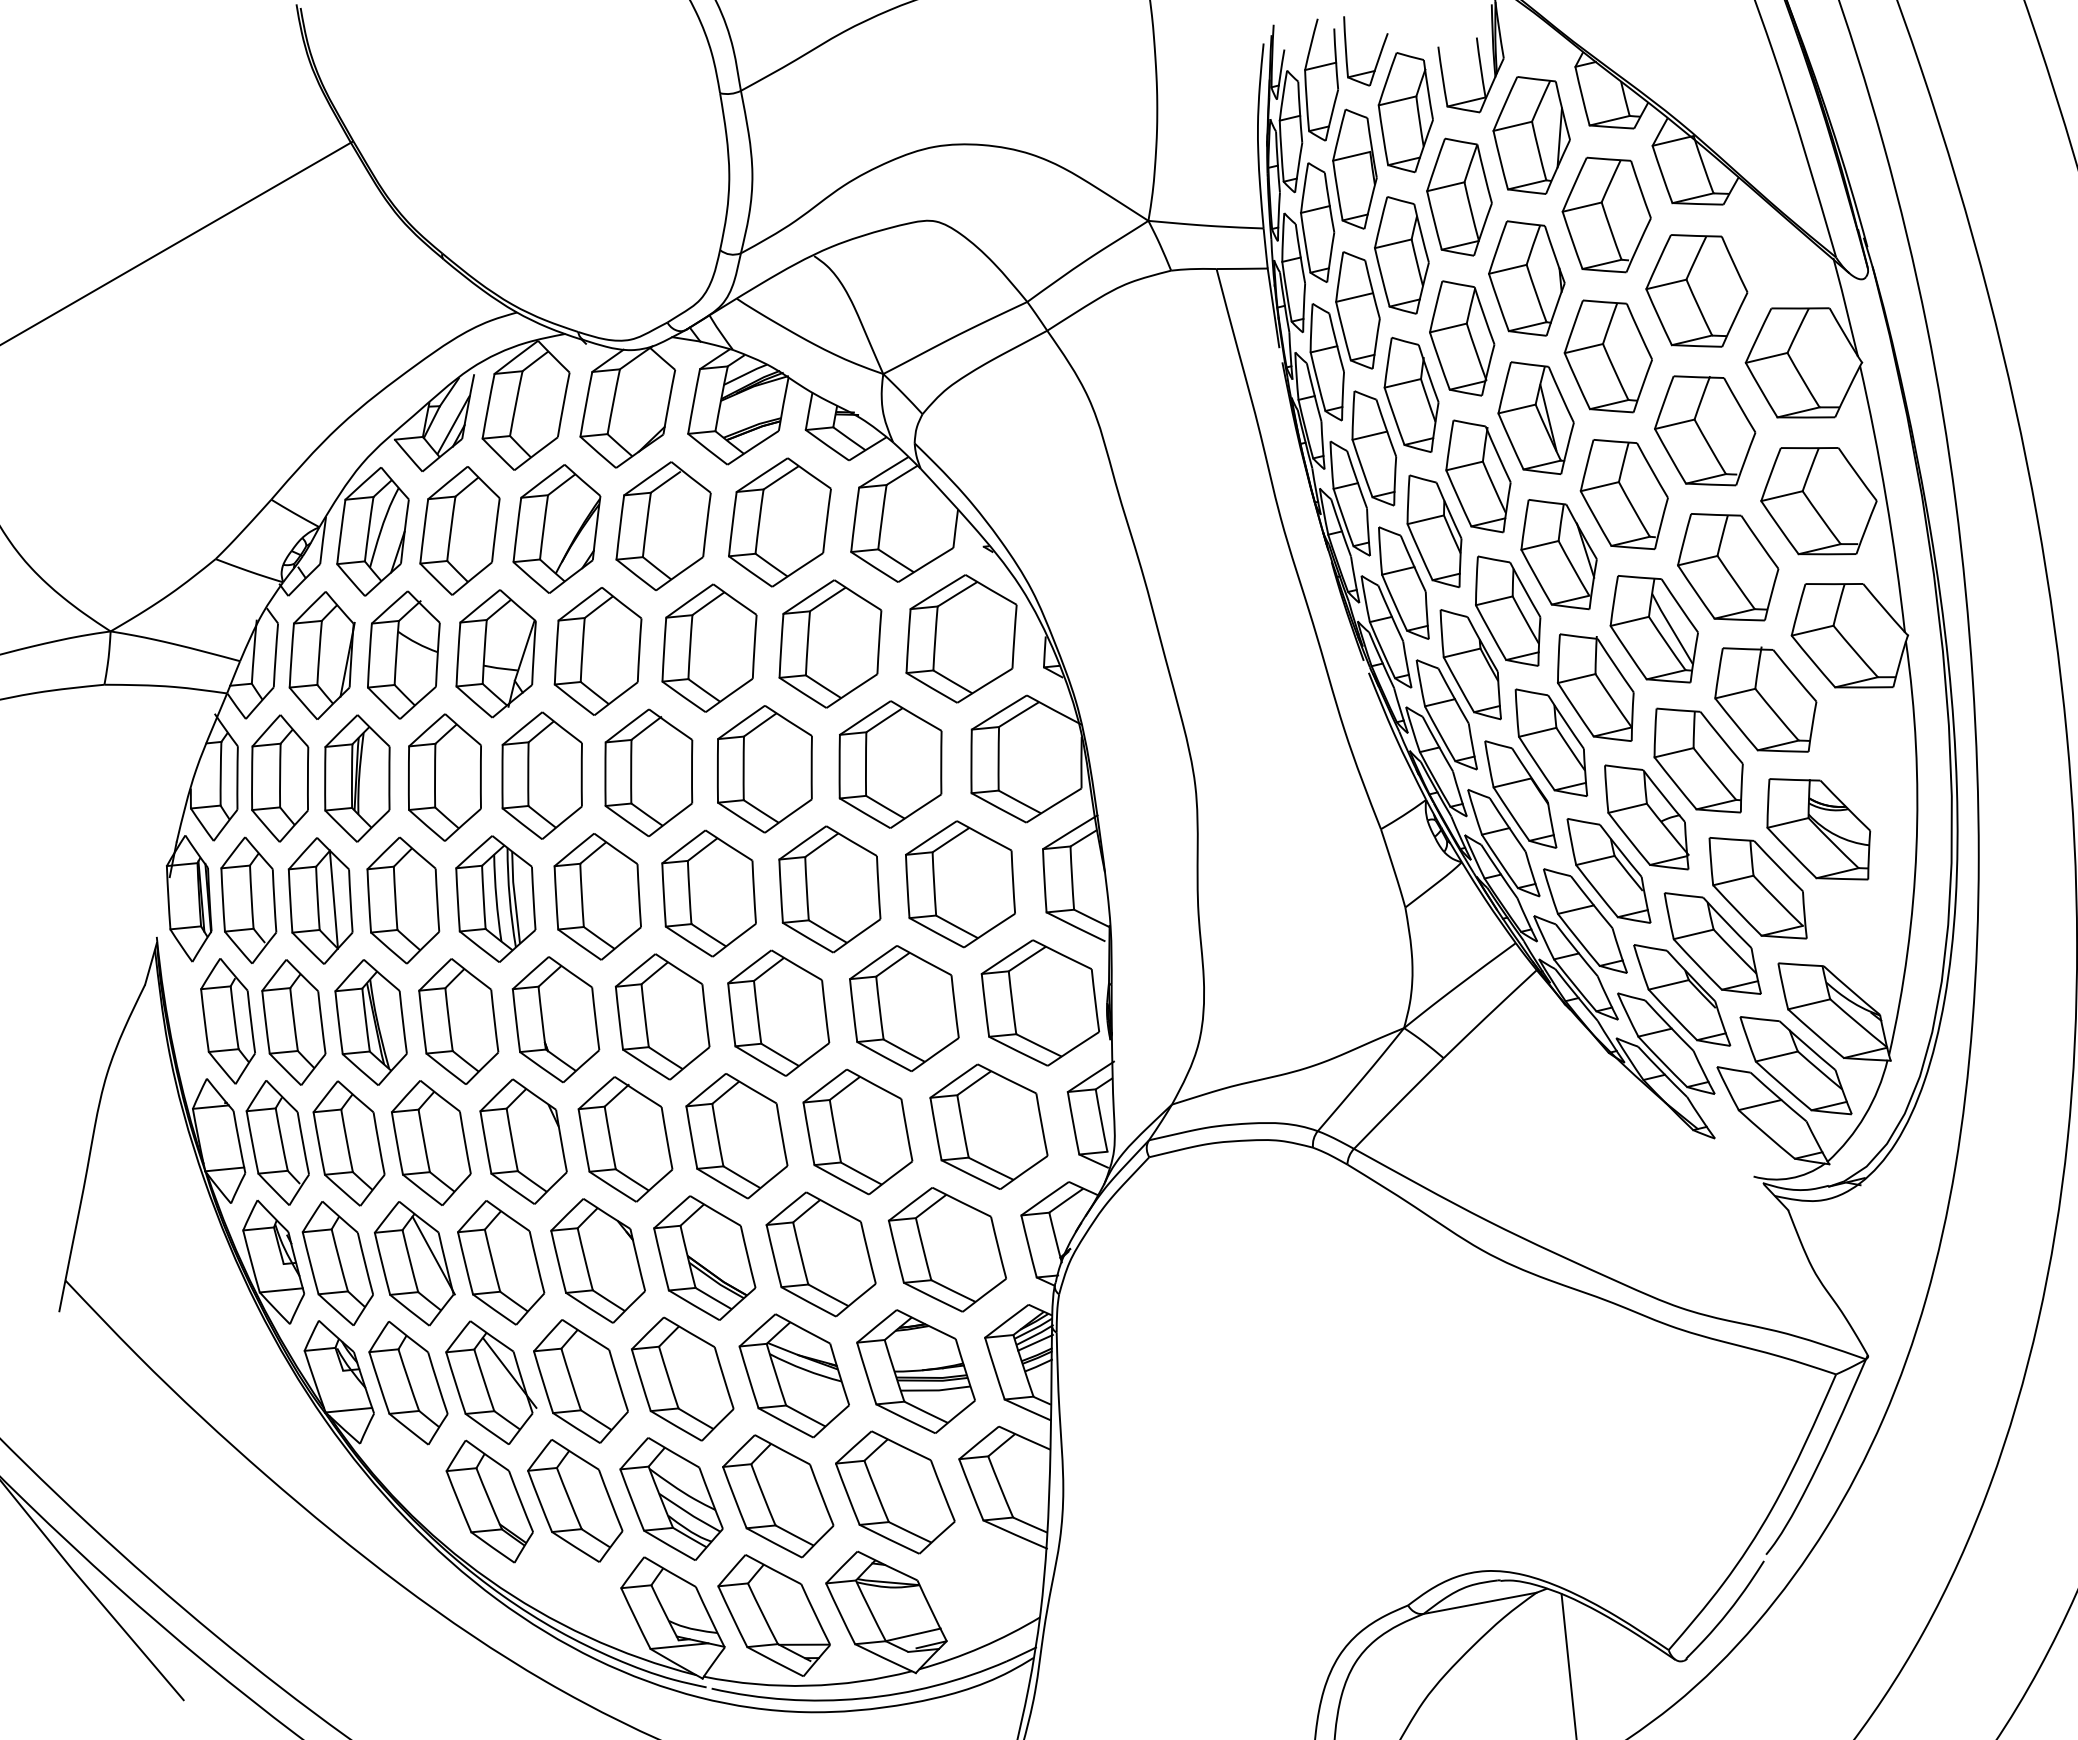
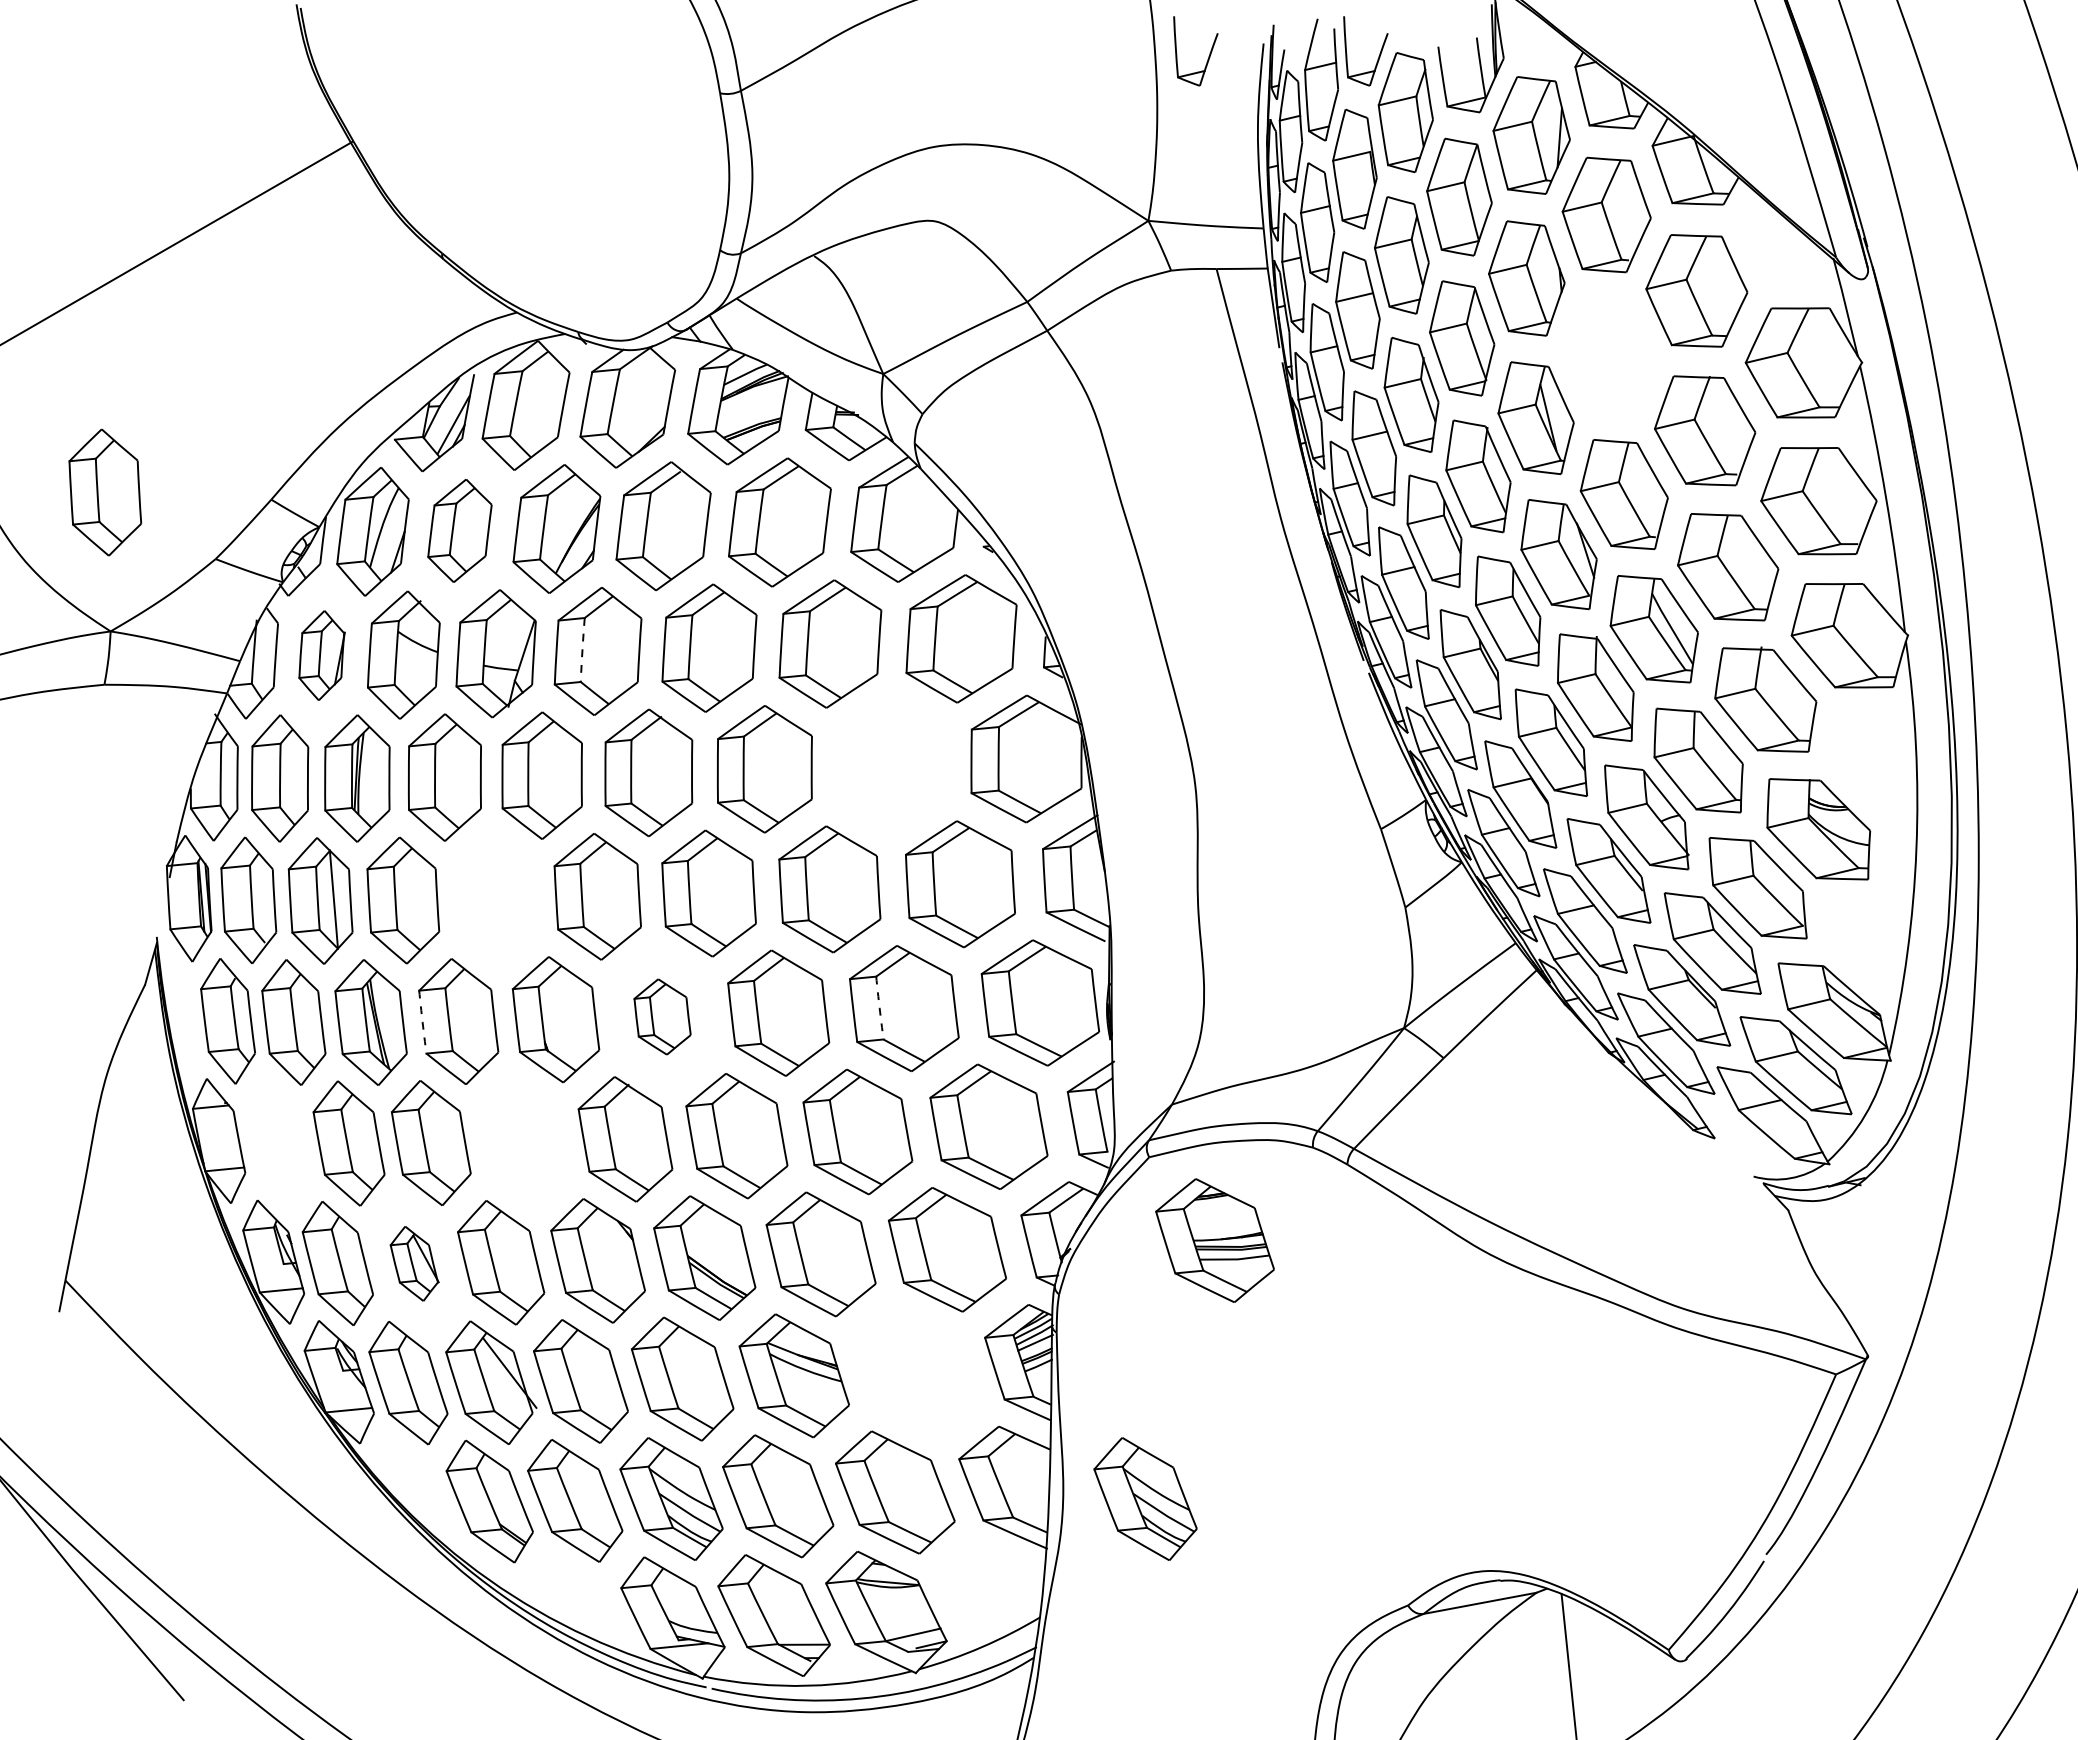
part at (1208, 56): none -> present
part at (1607, 356): present -> none
part at (105, 492): none -> present
part at (459, 530) size: 82x130 px -> 66x104 px
arc at (582, 650): solid -> dashed
part at (321, 655) size: 68x129 px -> 48x91 px
part at (890, 764): present -> none
part at (495, 898): present -> none
arc at (879, 1008): solid -> dashed
part at (662, 1016) size: 97x128 px -> 59x78 px
arc at (422, 1022): solid -> dashed
part at (523, 1141): present -> none
part at (277, 1142): present -> none
part at (414, 1263) size: 83x126 px -> 51x76 px
part at (915, 1371) position: (915, 1371) -> (1214, 1240)
part at (1145, 1498): none -> present
